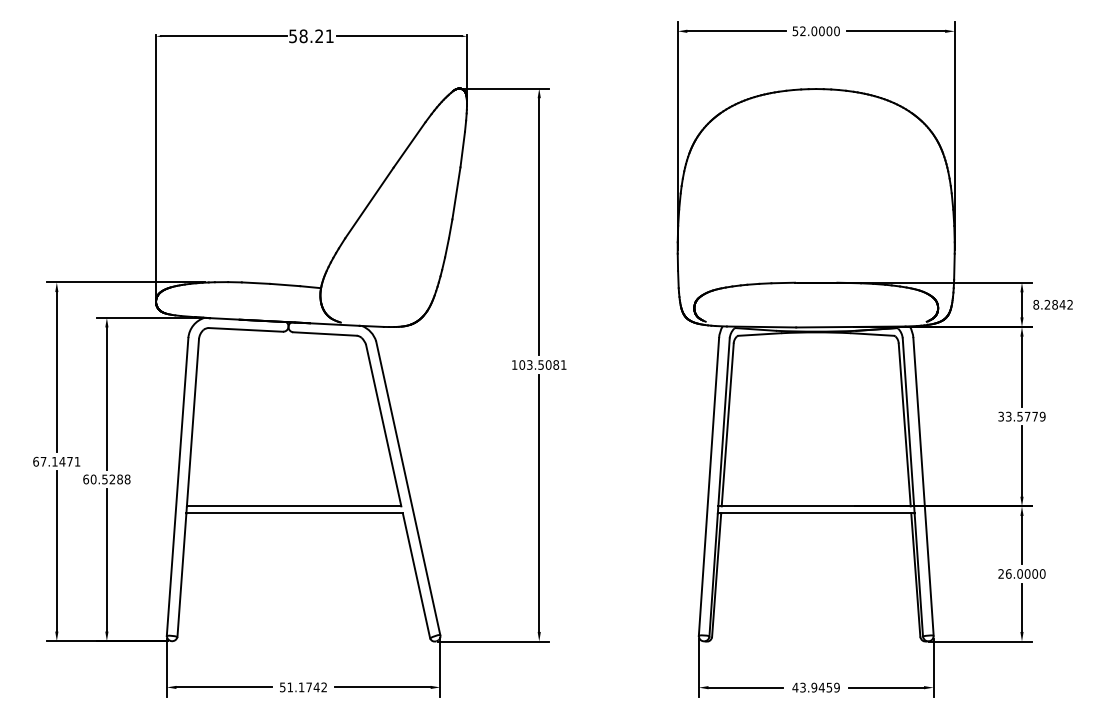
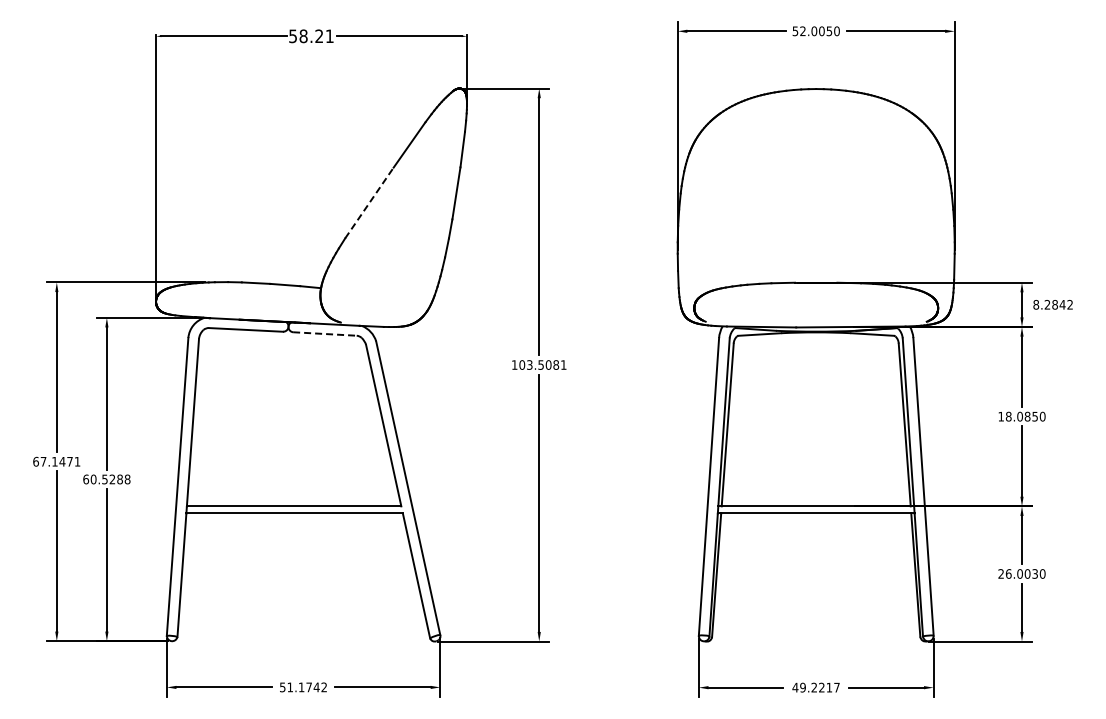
text at (829, 31): 52.0000 -> 52.0050
line at (369, 203): solid -> dashed
line at (324, 334): solid -> dashed
text at (1021, 416): 33.5779 -> 18.0850
text at (1035, 573): 26.0000 -> 26.0030
text at (819, 687): 43.9459 -> 49.2217
